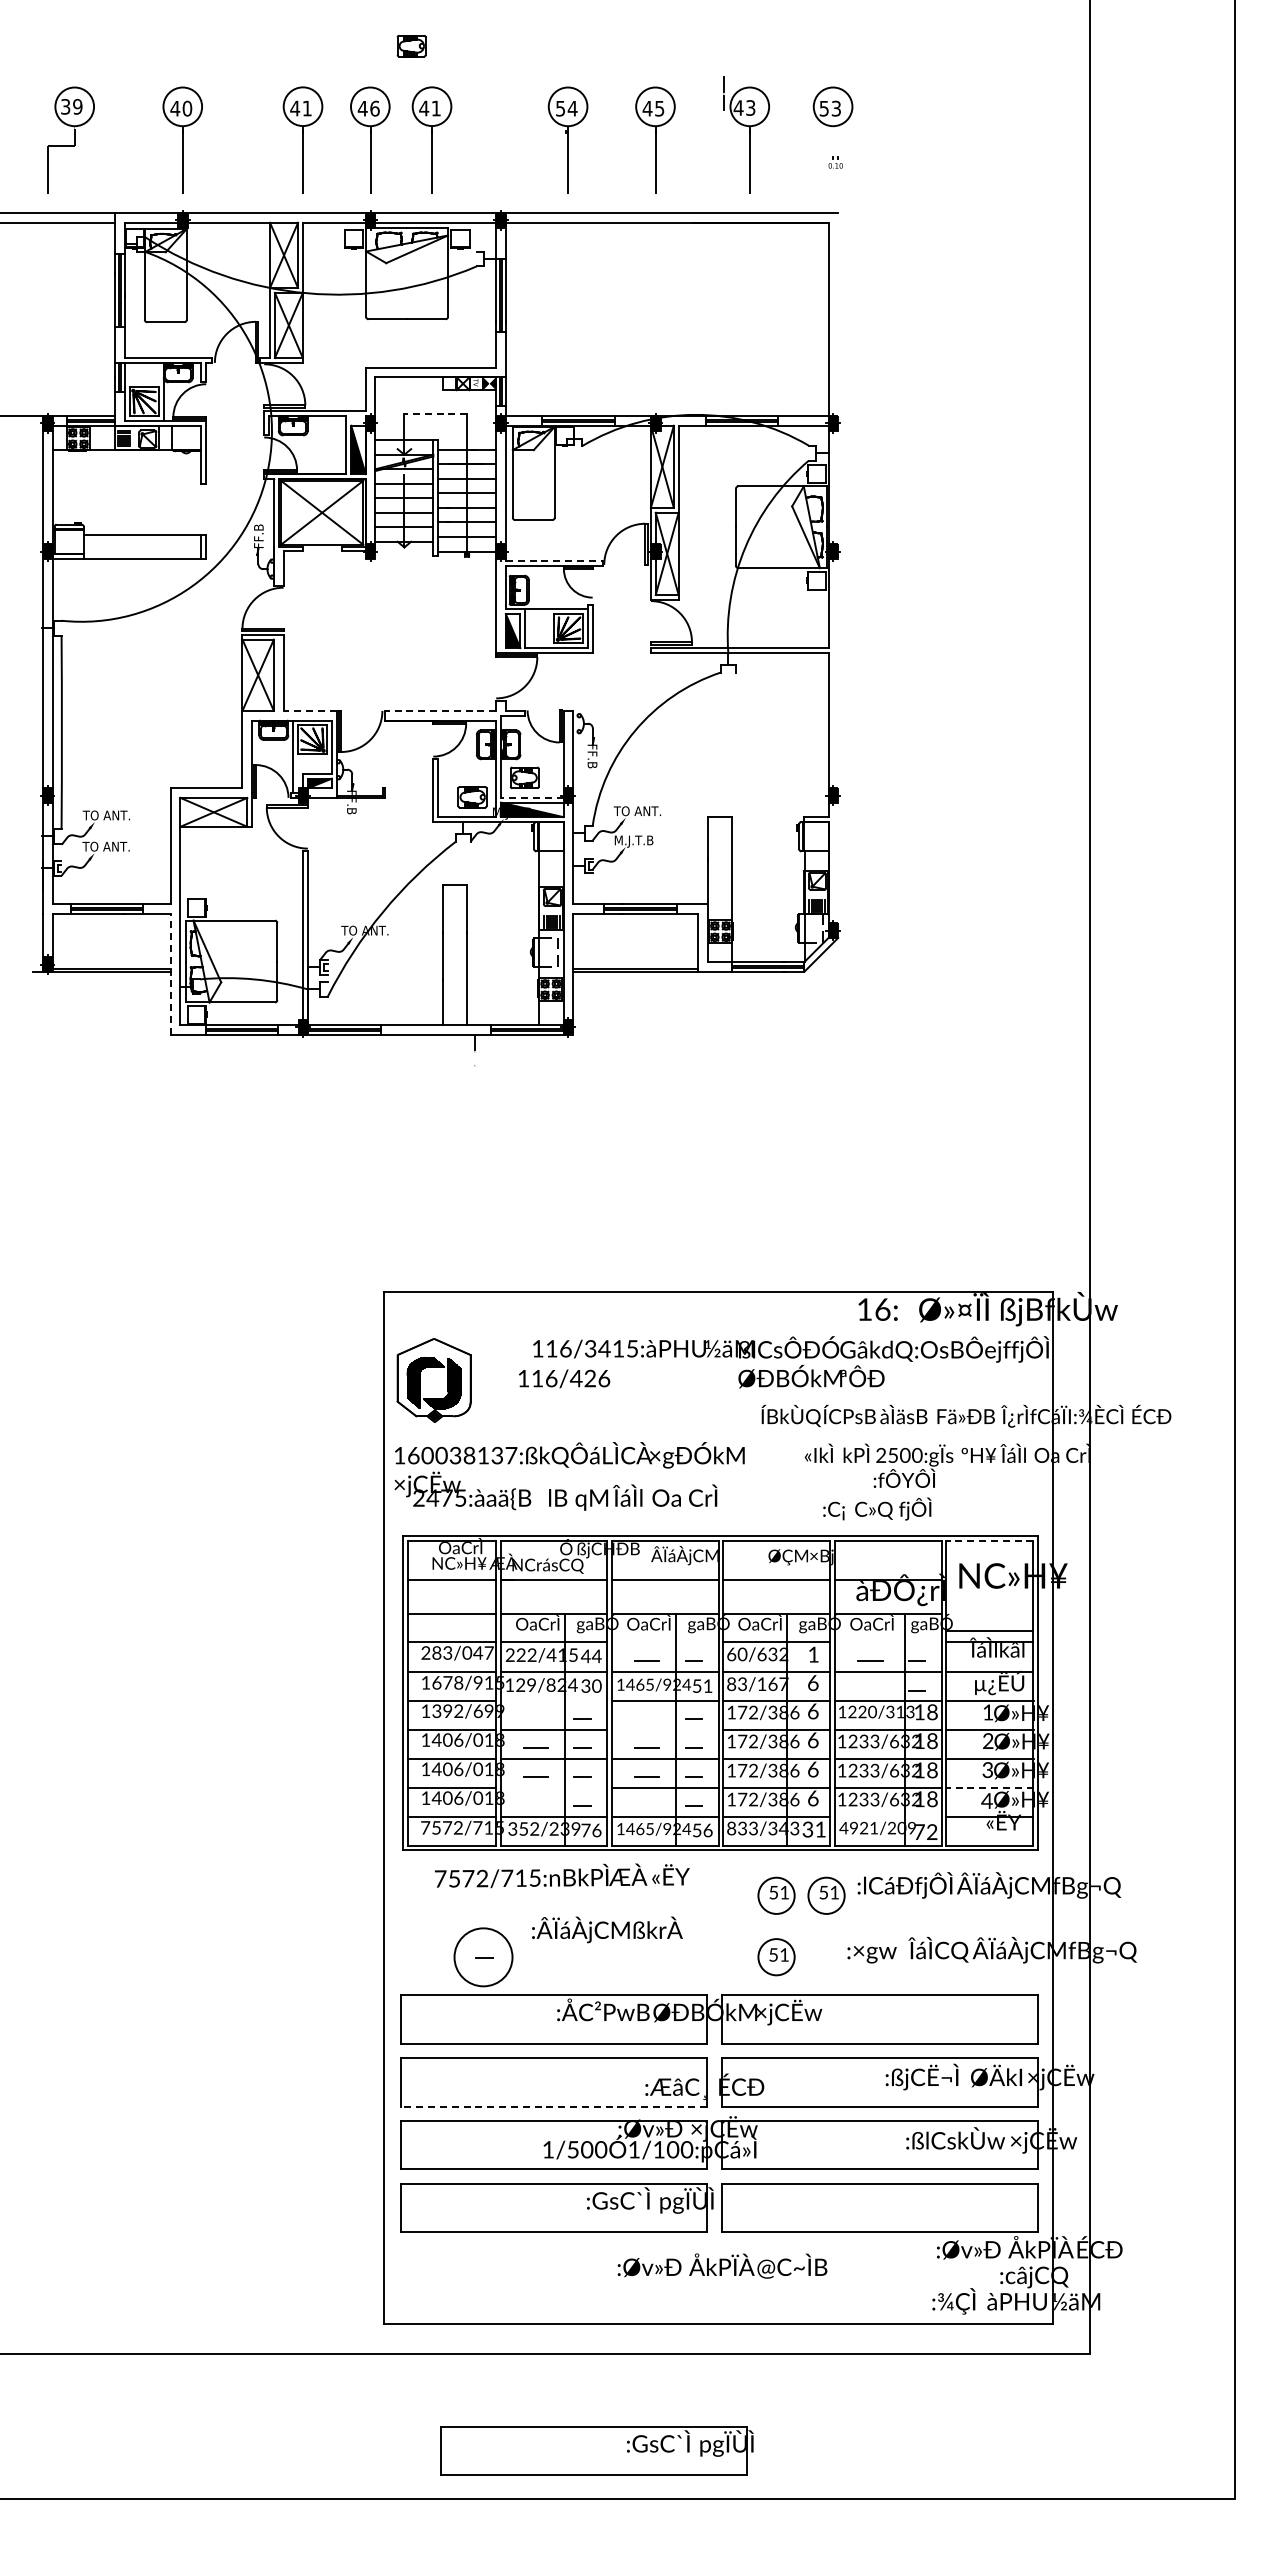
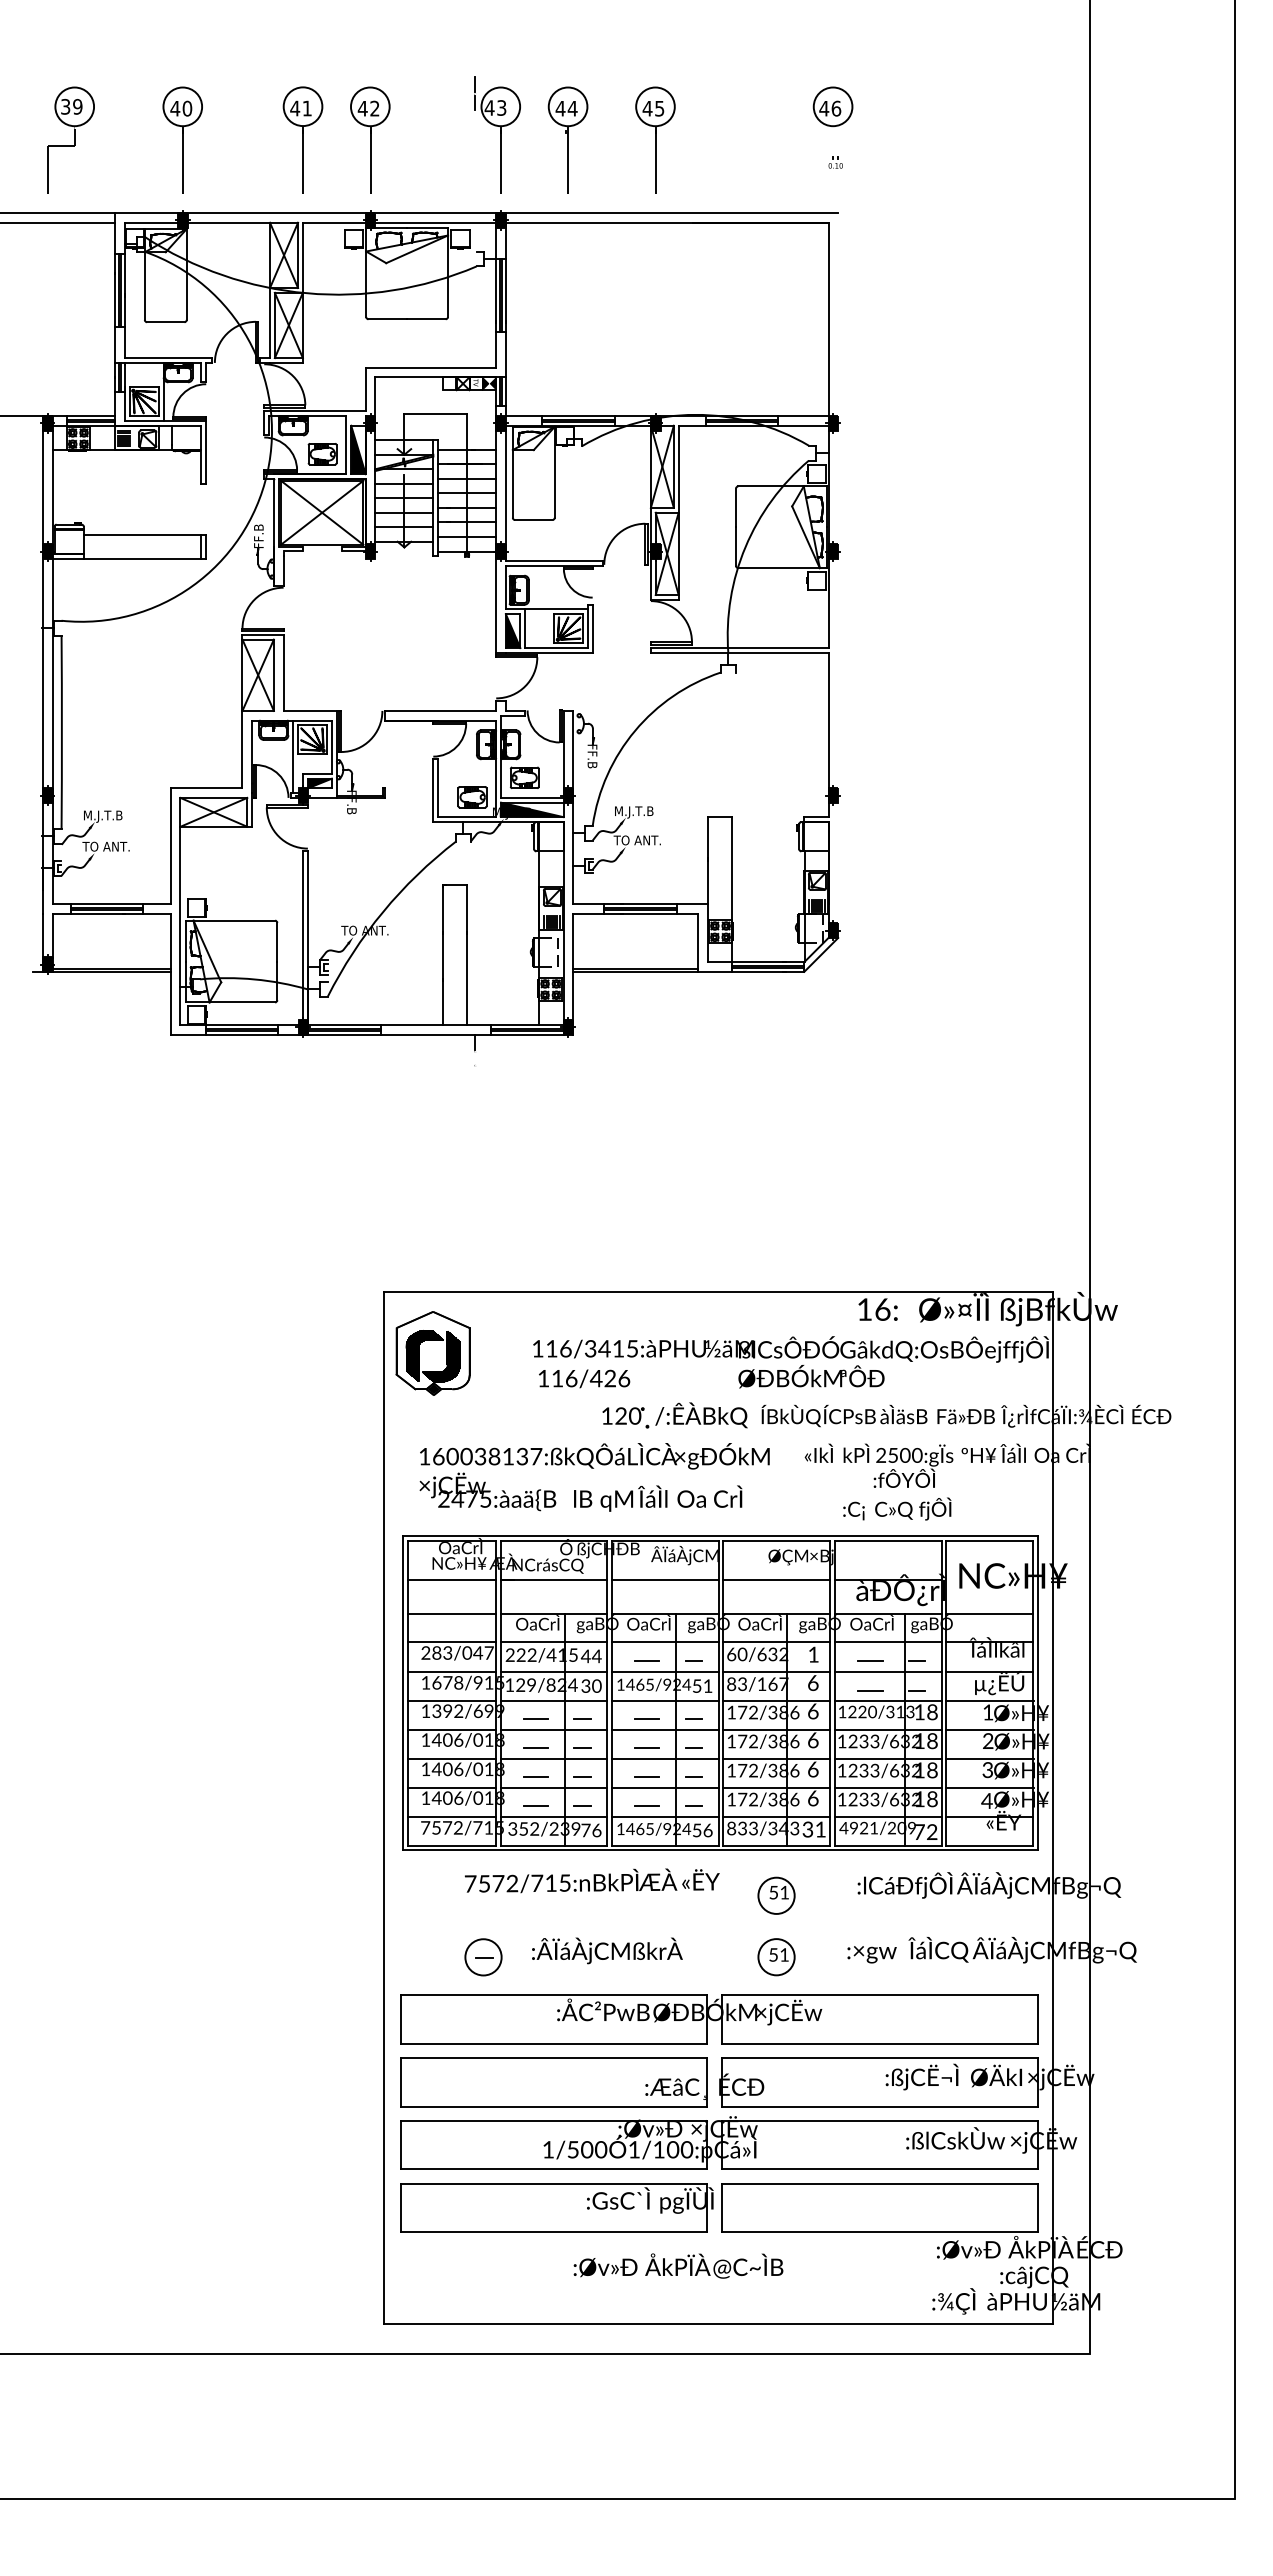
part at (411, 46) position: (411, 46) -> (322, 454)
text at (374, 108): 46 -> 42
text at (560, 108): 54 -> 44
text at (830, 108): 53 -> 46
part at (746, 134) position: (746, 134) -> (497, 134)
part at (431, 139): present -> none
line at (435, 413): dashed -> solid
line at (554, 561): dashed -> solid
line at (310, 710): dashed -> solid
line at (440, 710): dashed -> solid
line at (531, 797): dashed -> solid
text at (637, 812): TO ANT. -> M.J.T.B
text at (105, 816): TO ANT. -> M.J.T.B
text at (636, 841): M.J.T.B -> TO ANT.
line at (170, 973): dashed -> solid
text at (564, 1378) position: (564, 1378) -> (584, 1378)
part at (433, 1380) position: (433, 1380) -> (432, 1353)
part at (674, 1415): none -> present
text at (569, 1476) position: (569, 1476) -> (594, 1477)
text at (877, 1508) position: (877, 1508) -> (897, 1508)
line at (989, 1541): dashed -> solid
line at (989, 1630) position: (989, 1630) -> (989, 1613)
line at (665, 1642): none -> present
line at (888, 1642): none -> present
line at (870, 1690): none -> present
line at (554, 1700): none -> present
line at (536, 1718): none -> present
line at (647, 1718): none -> present
line at (665, 1729): none -> present
line at (554, 1787): none -> present
line at (990, 1787): dashed -> solid
line at (536, 1805): none -> present
line at (647, 1805): none -> present
line at (888, 1816): none -> present
text at (561, 1875) position: (561, 1875) -> (591, 1880)
part at (826, 1895): present -> none
text at (607, 1929) position: (607, 1929) -> (607, 1950)
circle at (483, 1957) diameter: 58 px -> 36 px
line at (553, 2106): dashed -> solid
text at (722, 2265) position: (722, 2265) -> (678, 2265)
part at (596, 2450): present -> none
